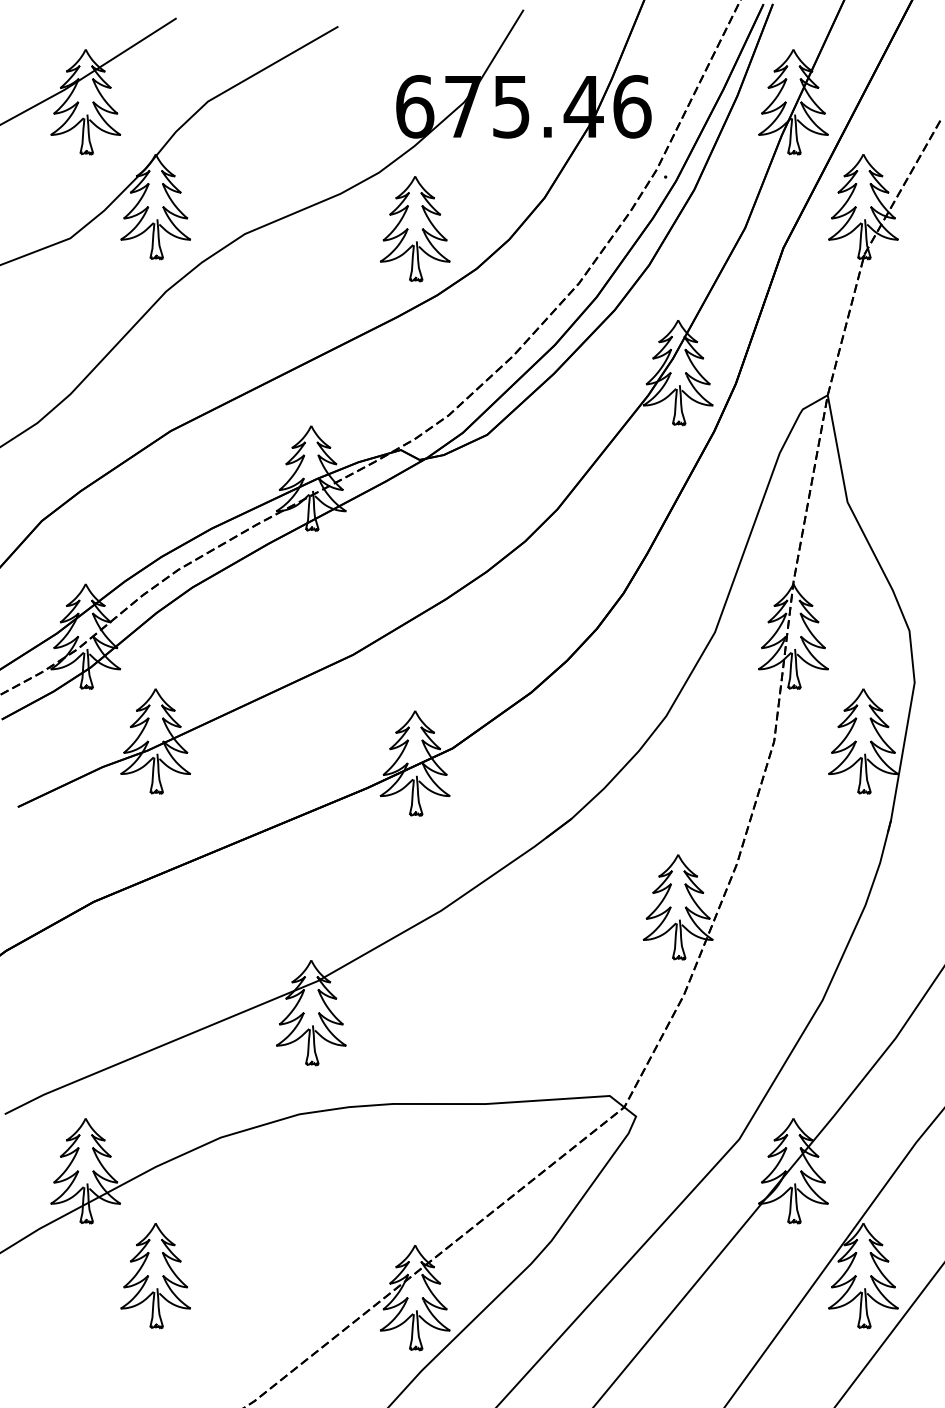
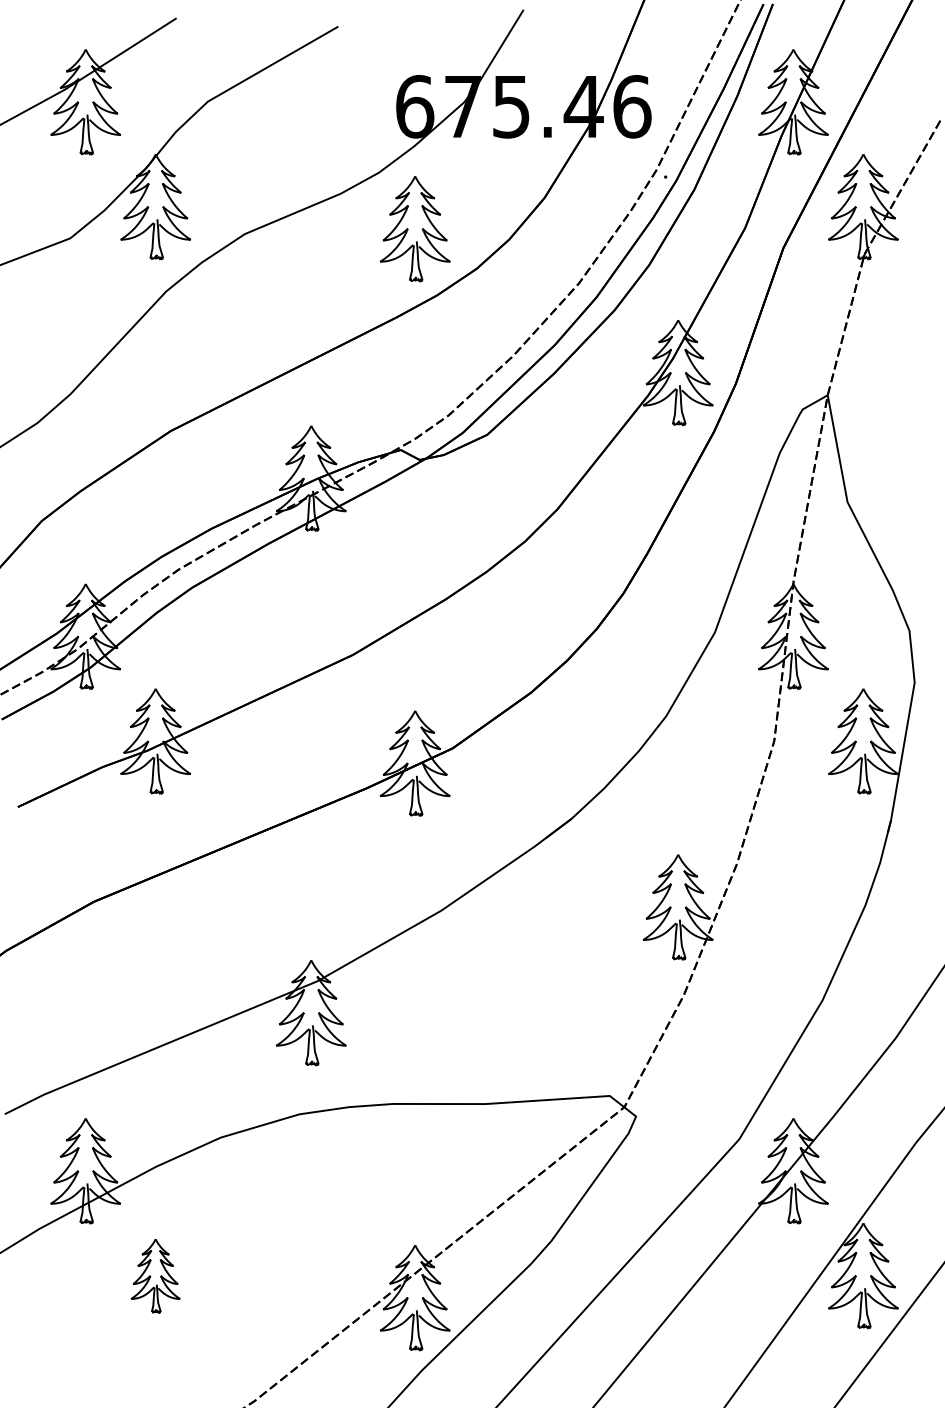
part at (155, 1276) size: 71x107 px -> 51x75 px
